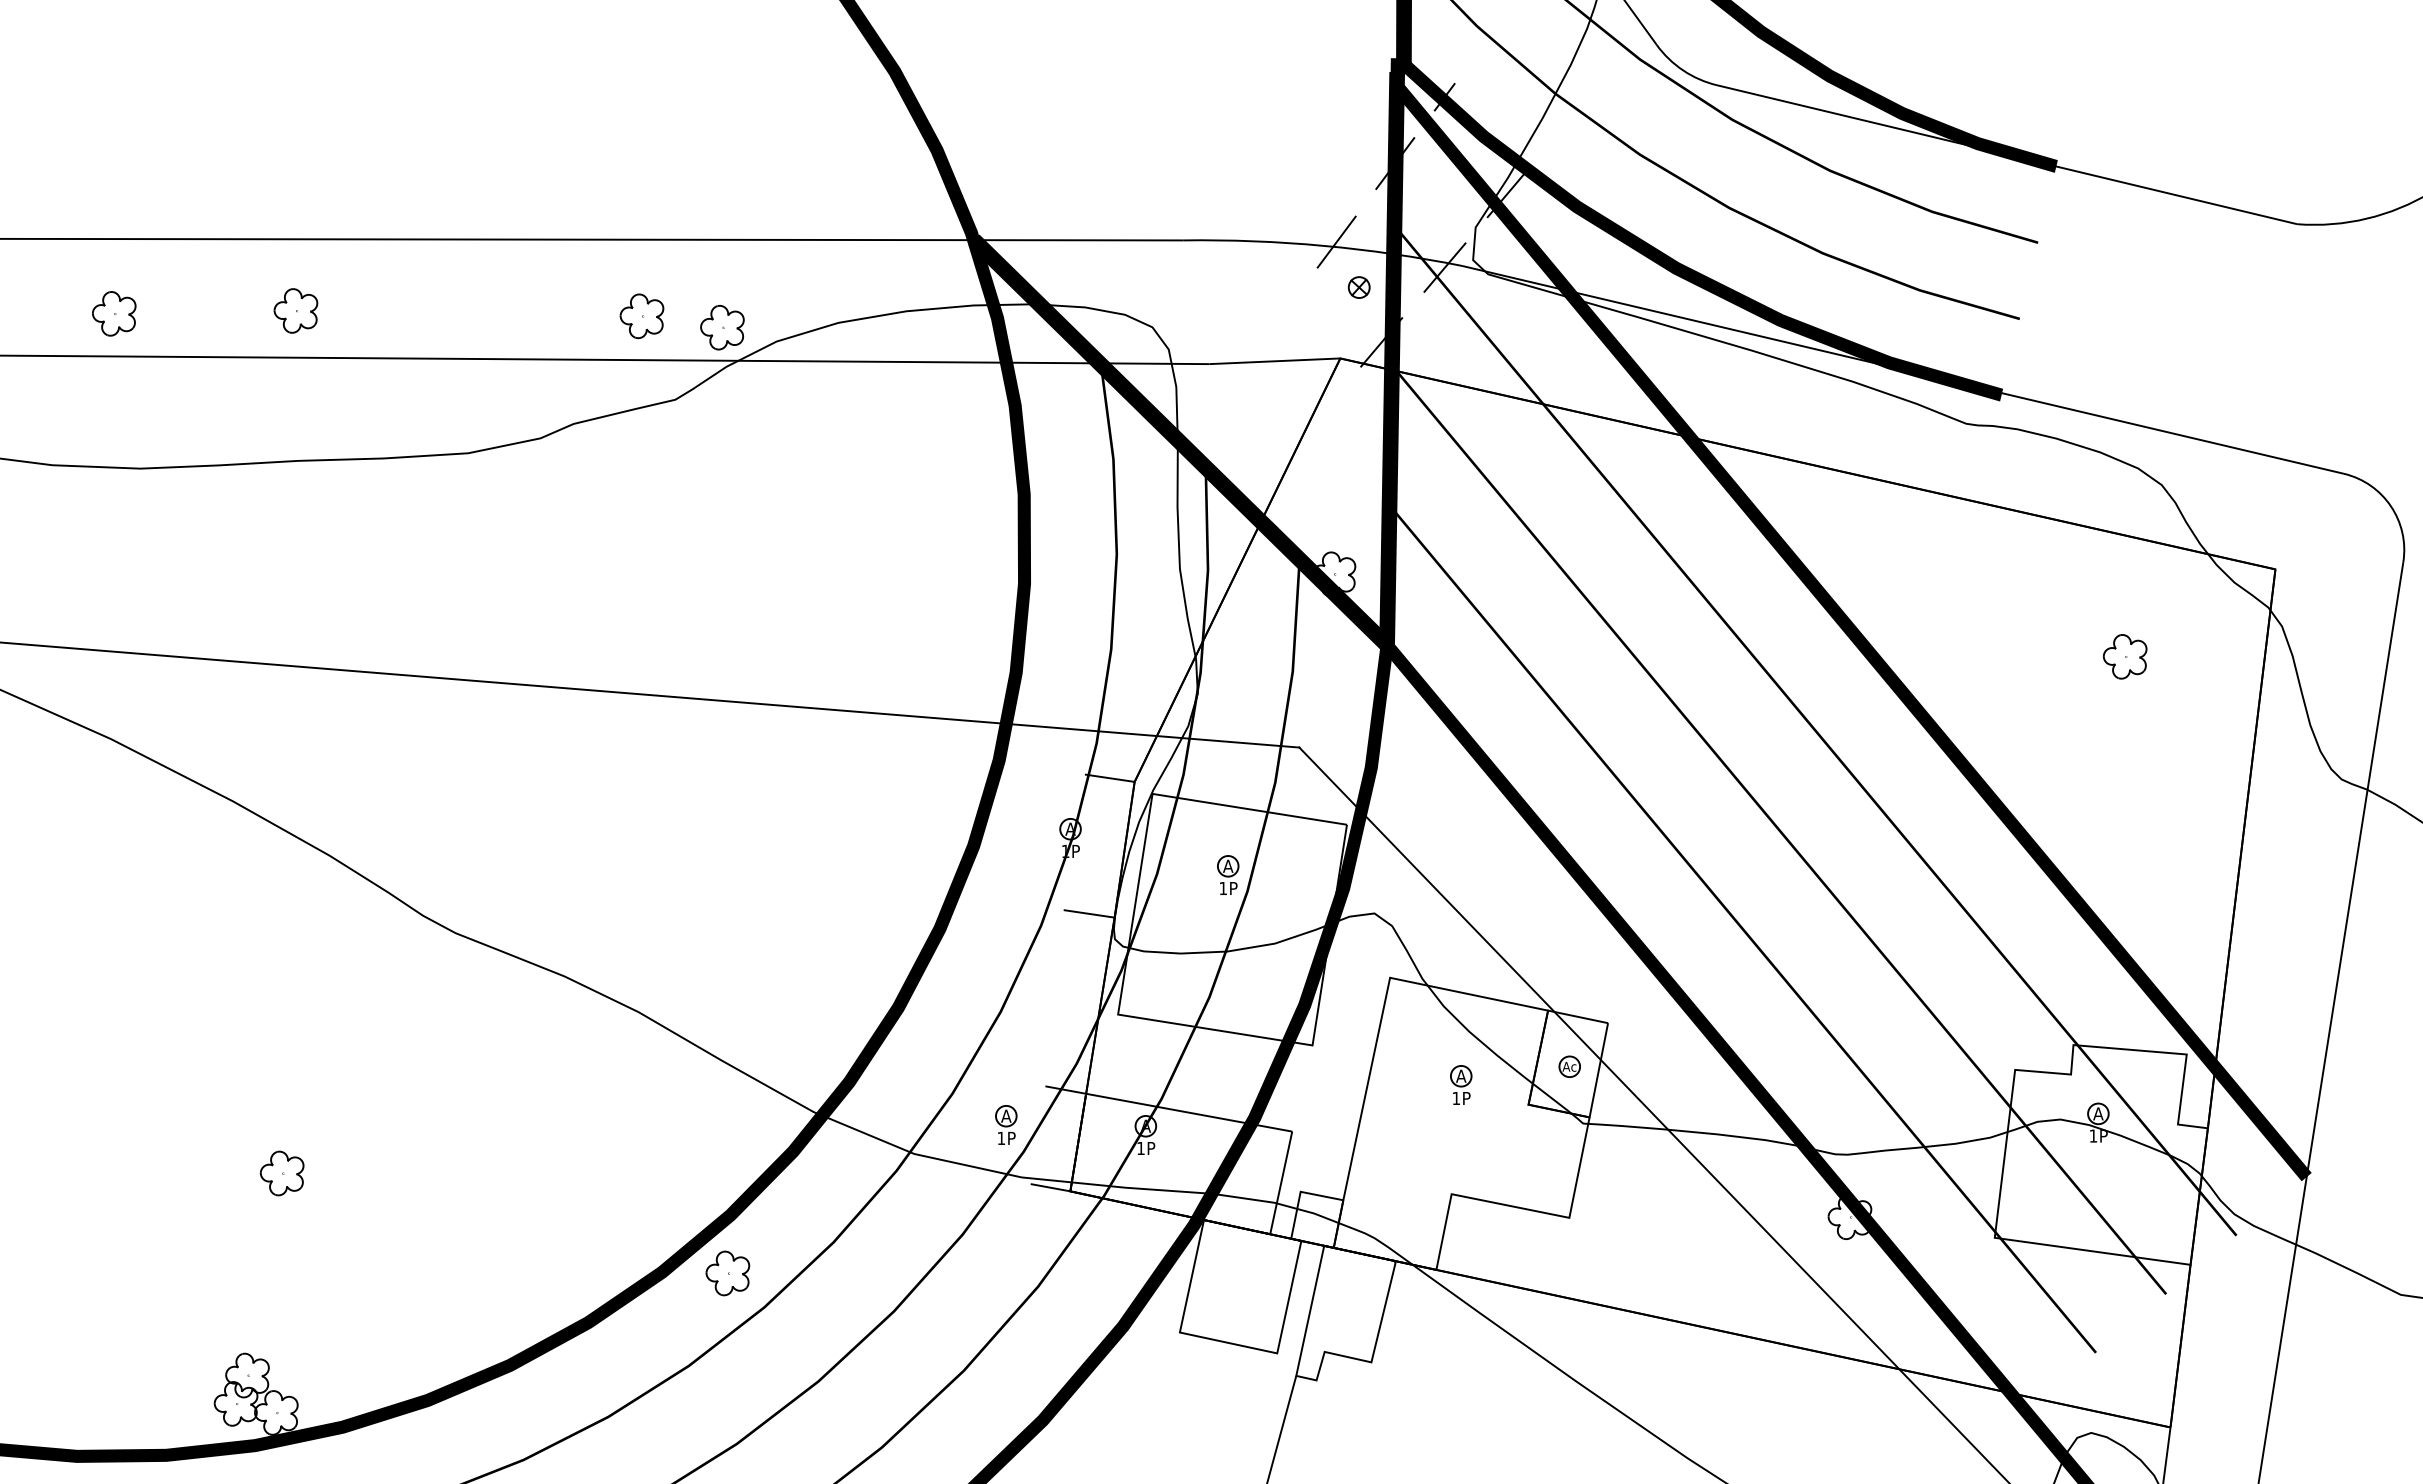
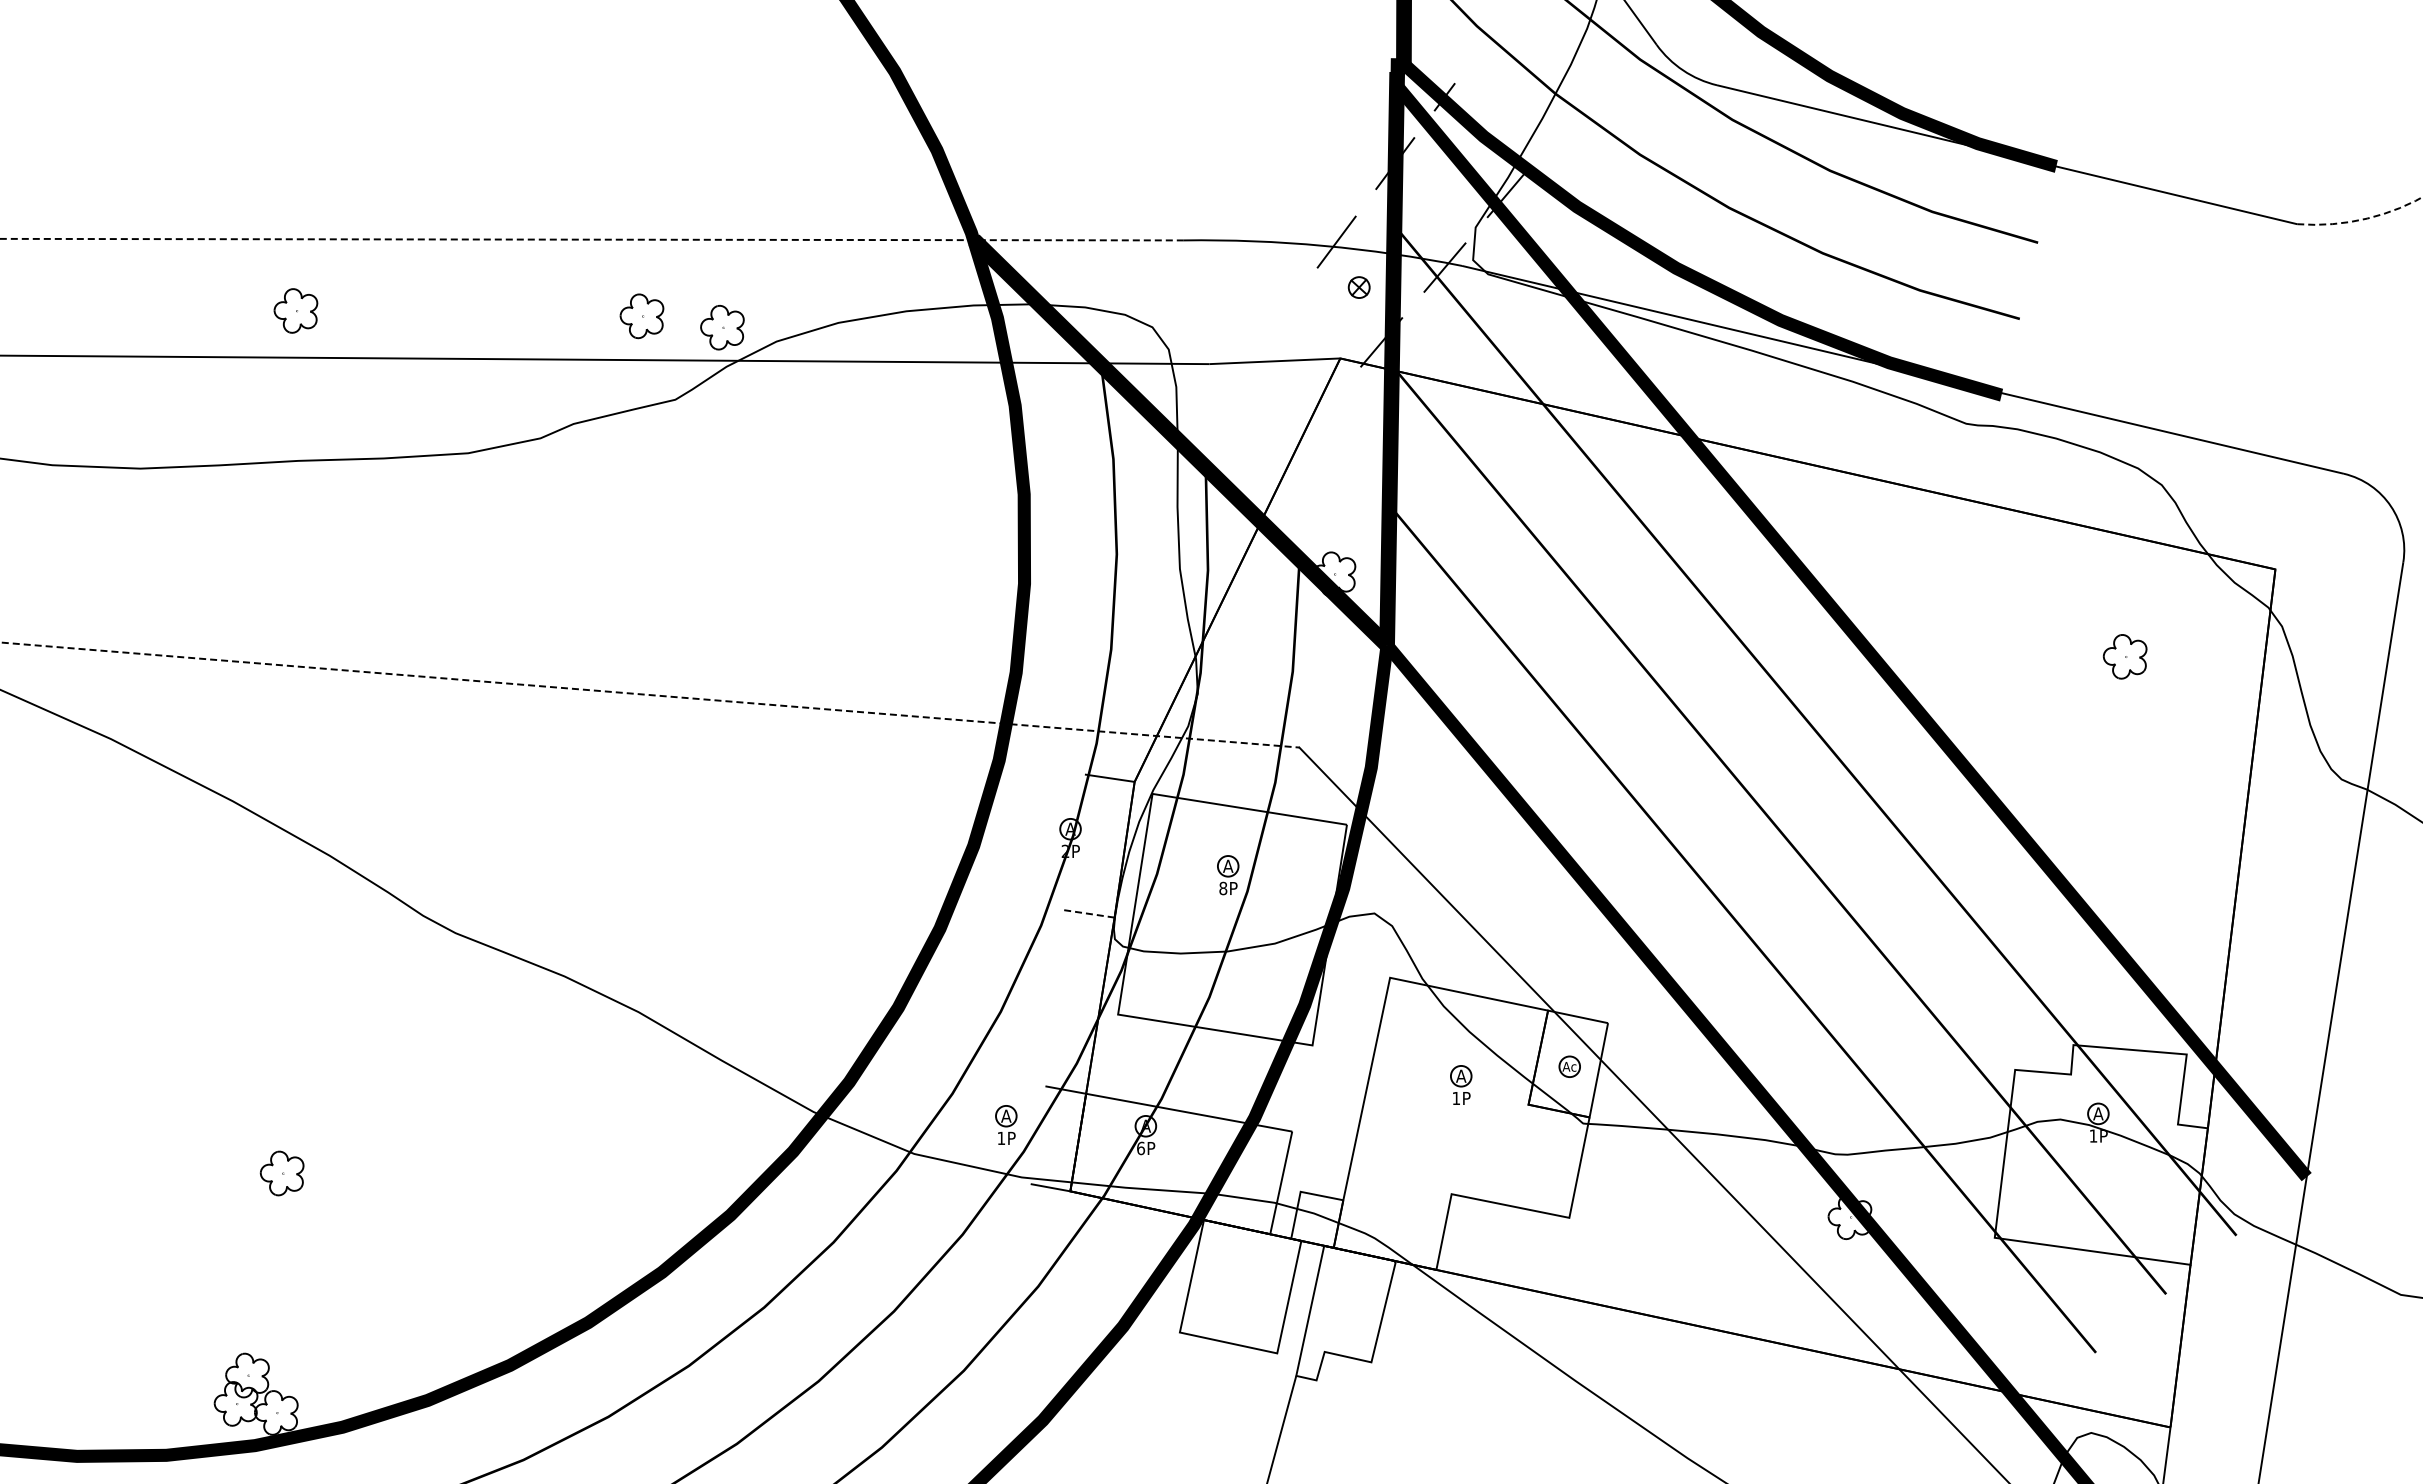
arc at (2363, 219): solid -> dashed
line at (591, 239): solid -> dashed
part at (114, 313): present -> none
line at (650, 695): solid -> dashed
text at (1065, 850): 1P -> 2P
text at (1223, 888): 1P -> 8P
line at (1089, 913): solid -> dashed
text at (1141, 1148): 1P -> 6P
part at (727, 1273): present -> none
